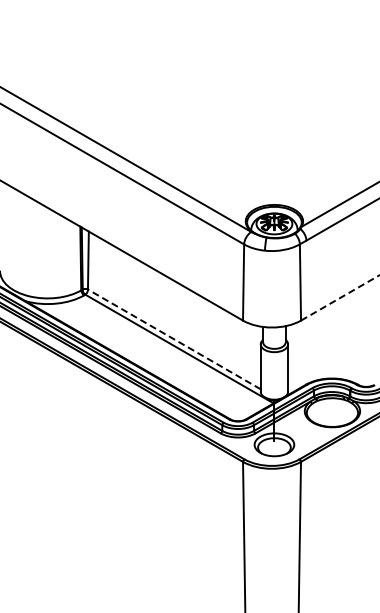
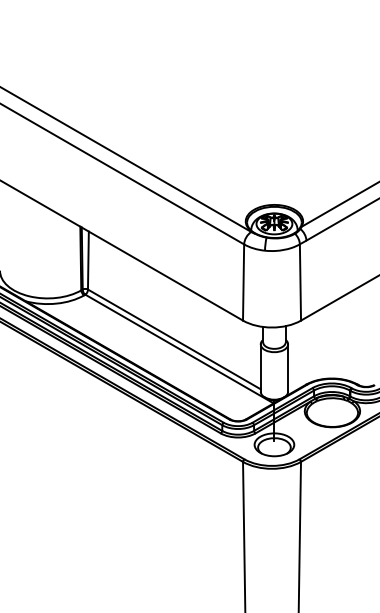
line at (340, 297): dashed -> solid
line at (174, 339): dashed -> solid
